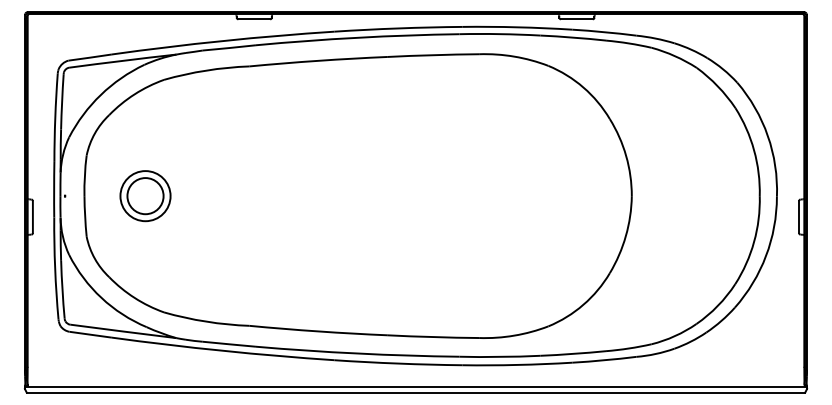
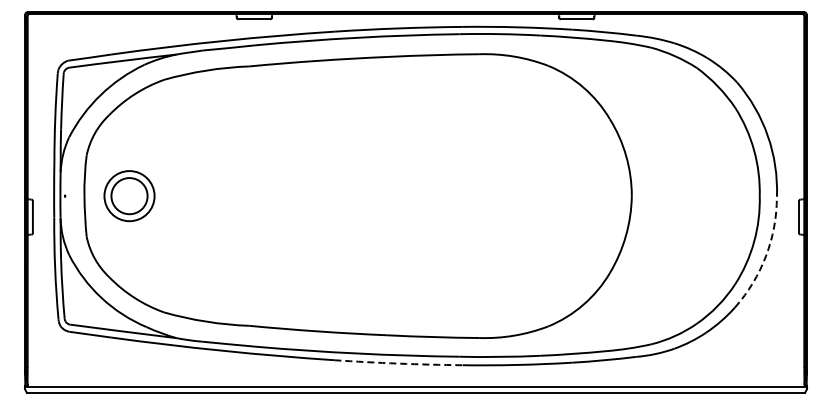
part at (145, 196) position: (145, 196) -> (129, 196)
arc at (766, 256): solid -> dashed
arc at (398, 363): solid -> dashed
